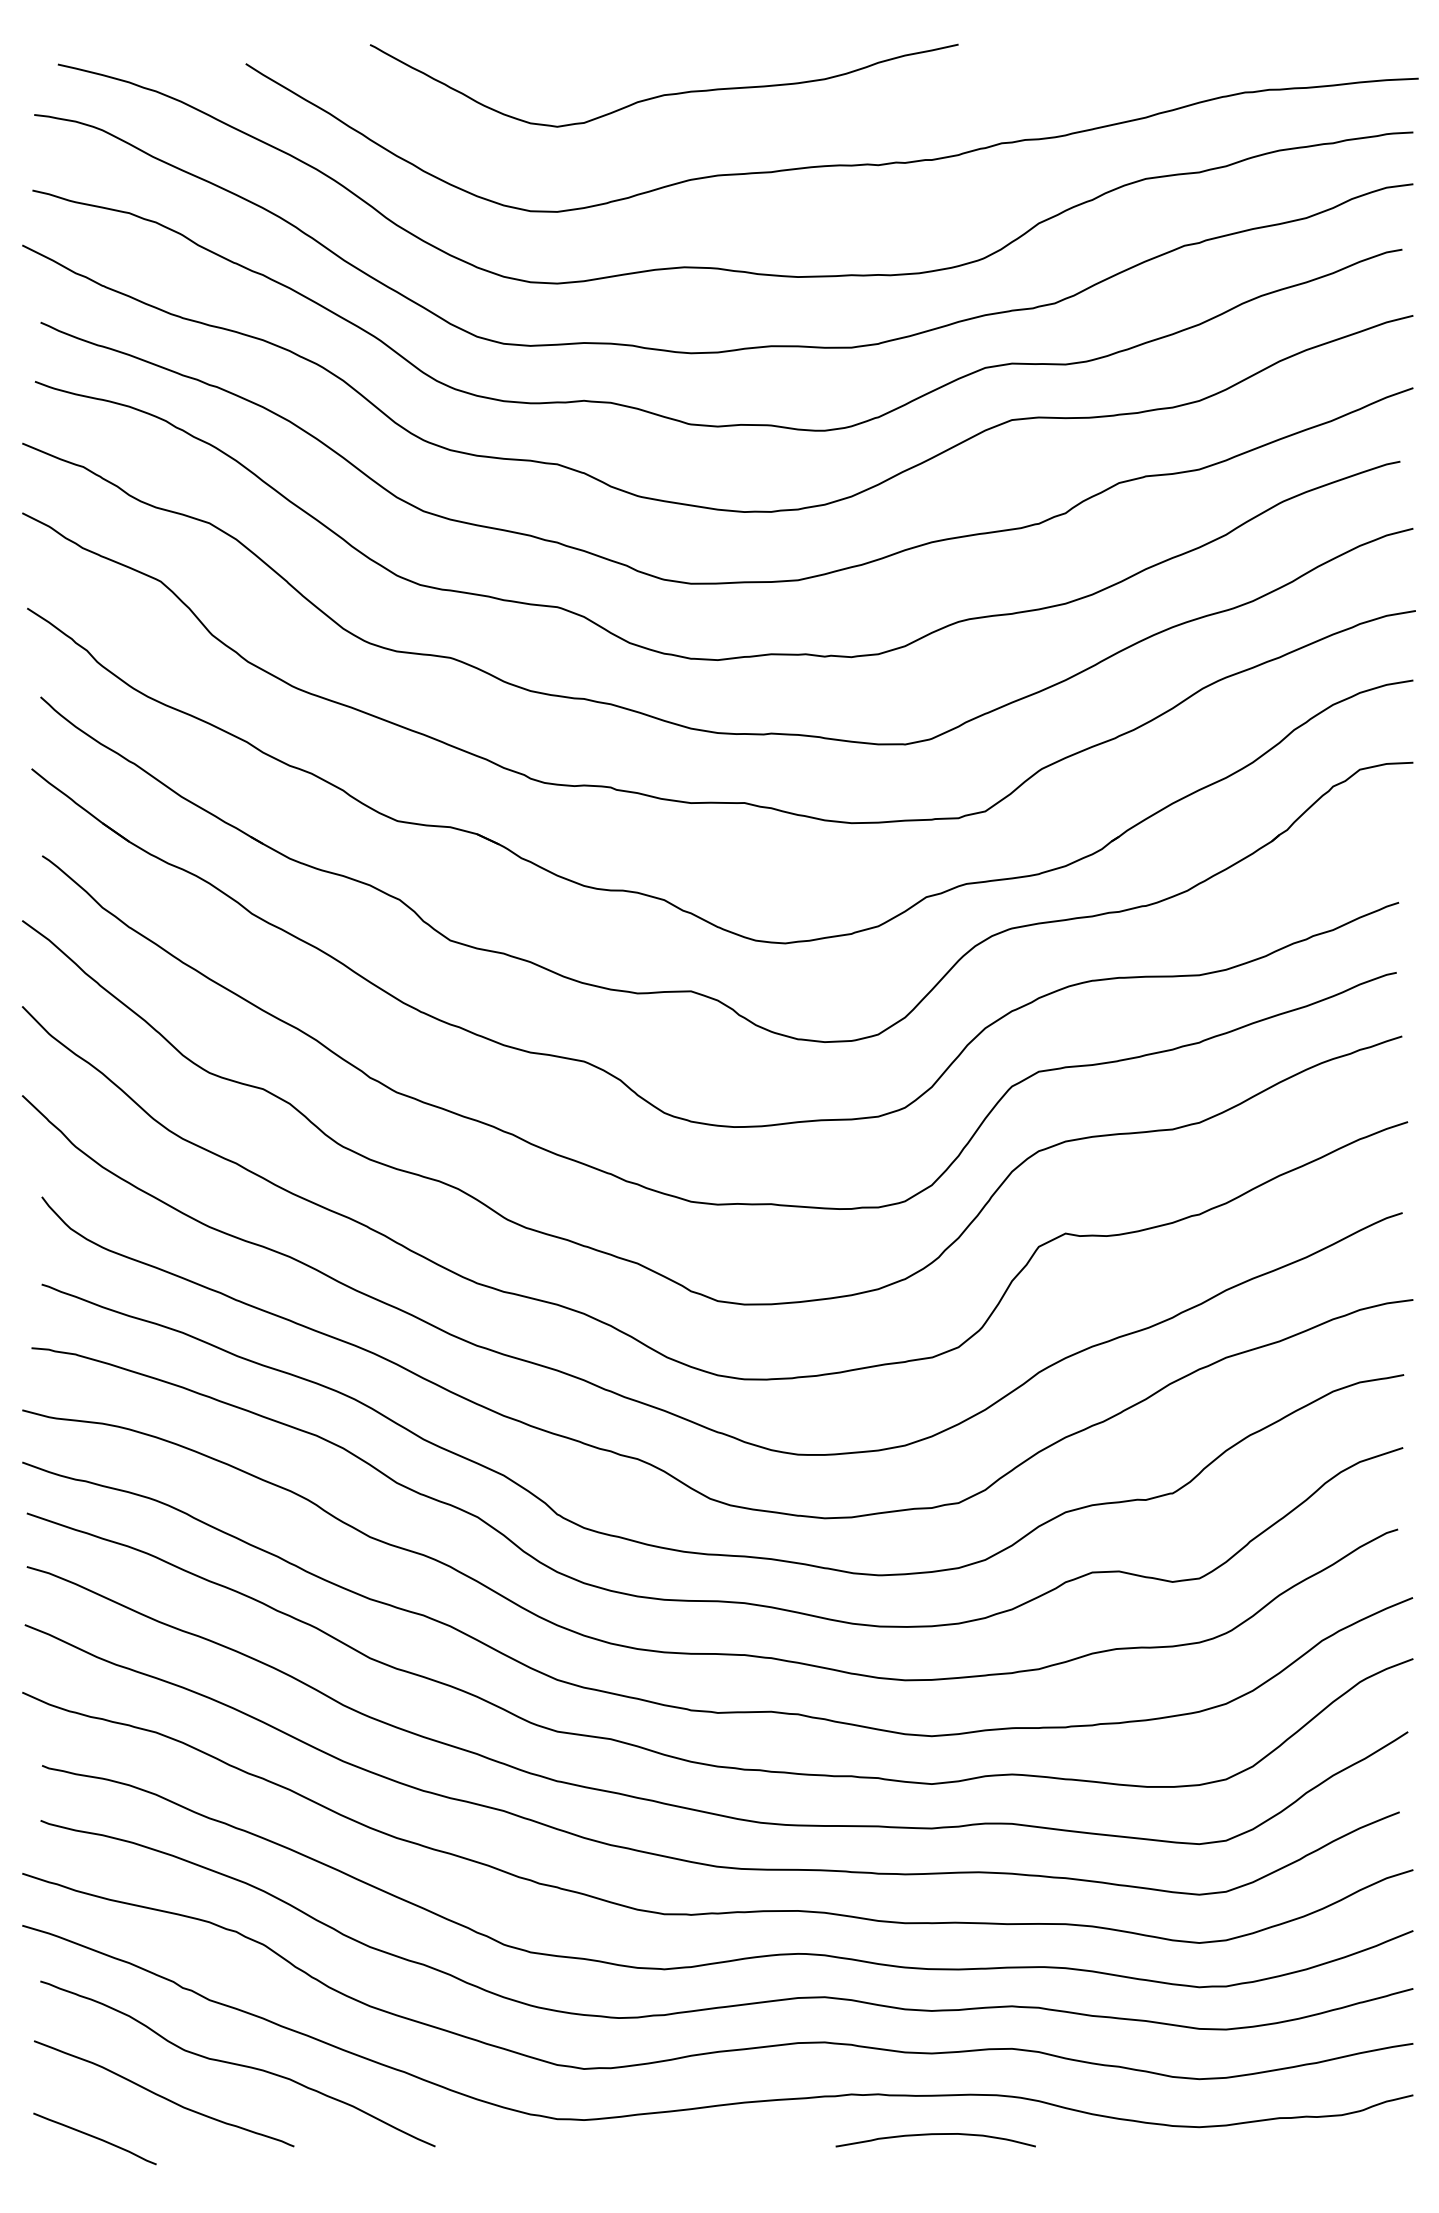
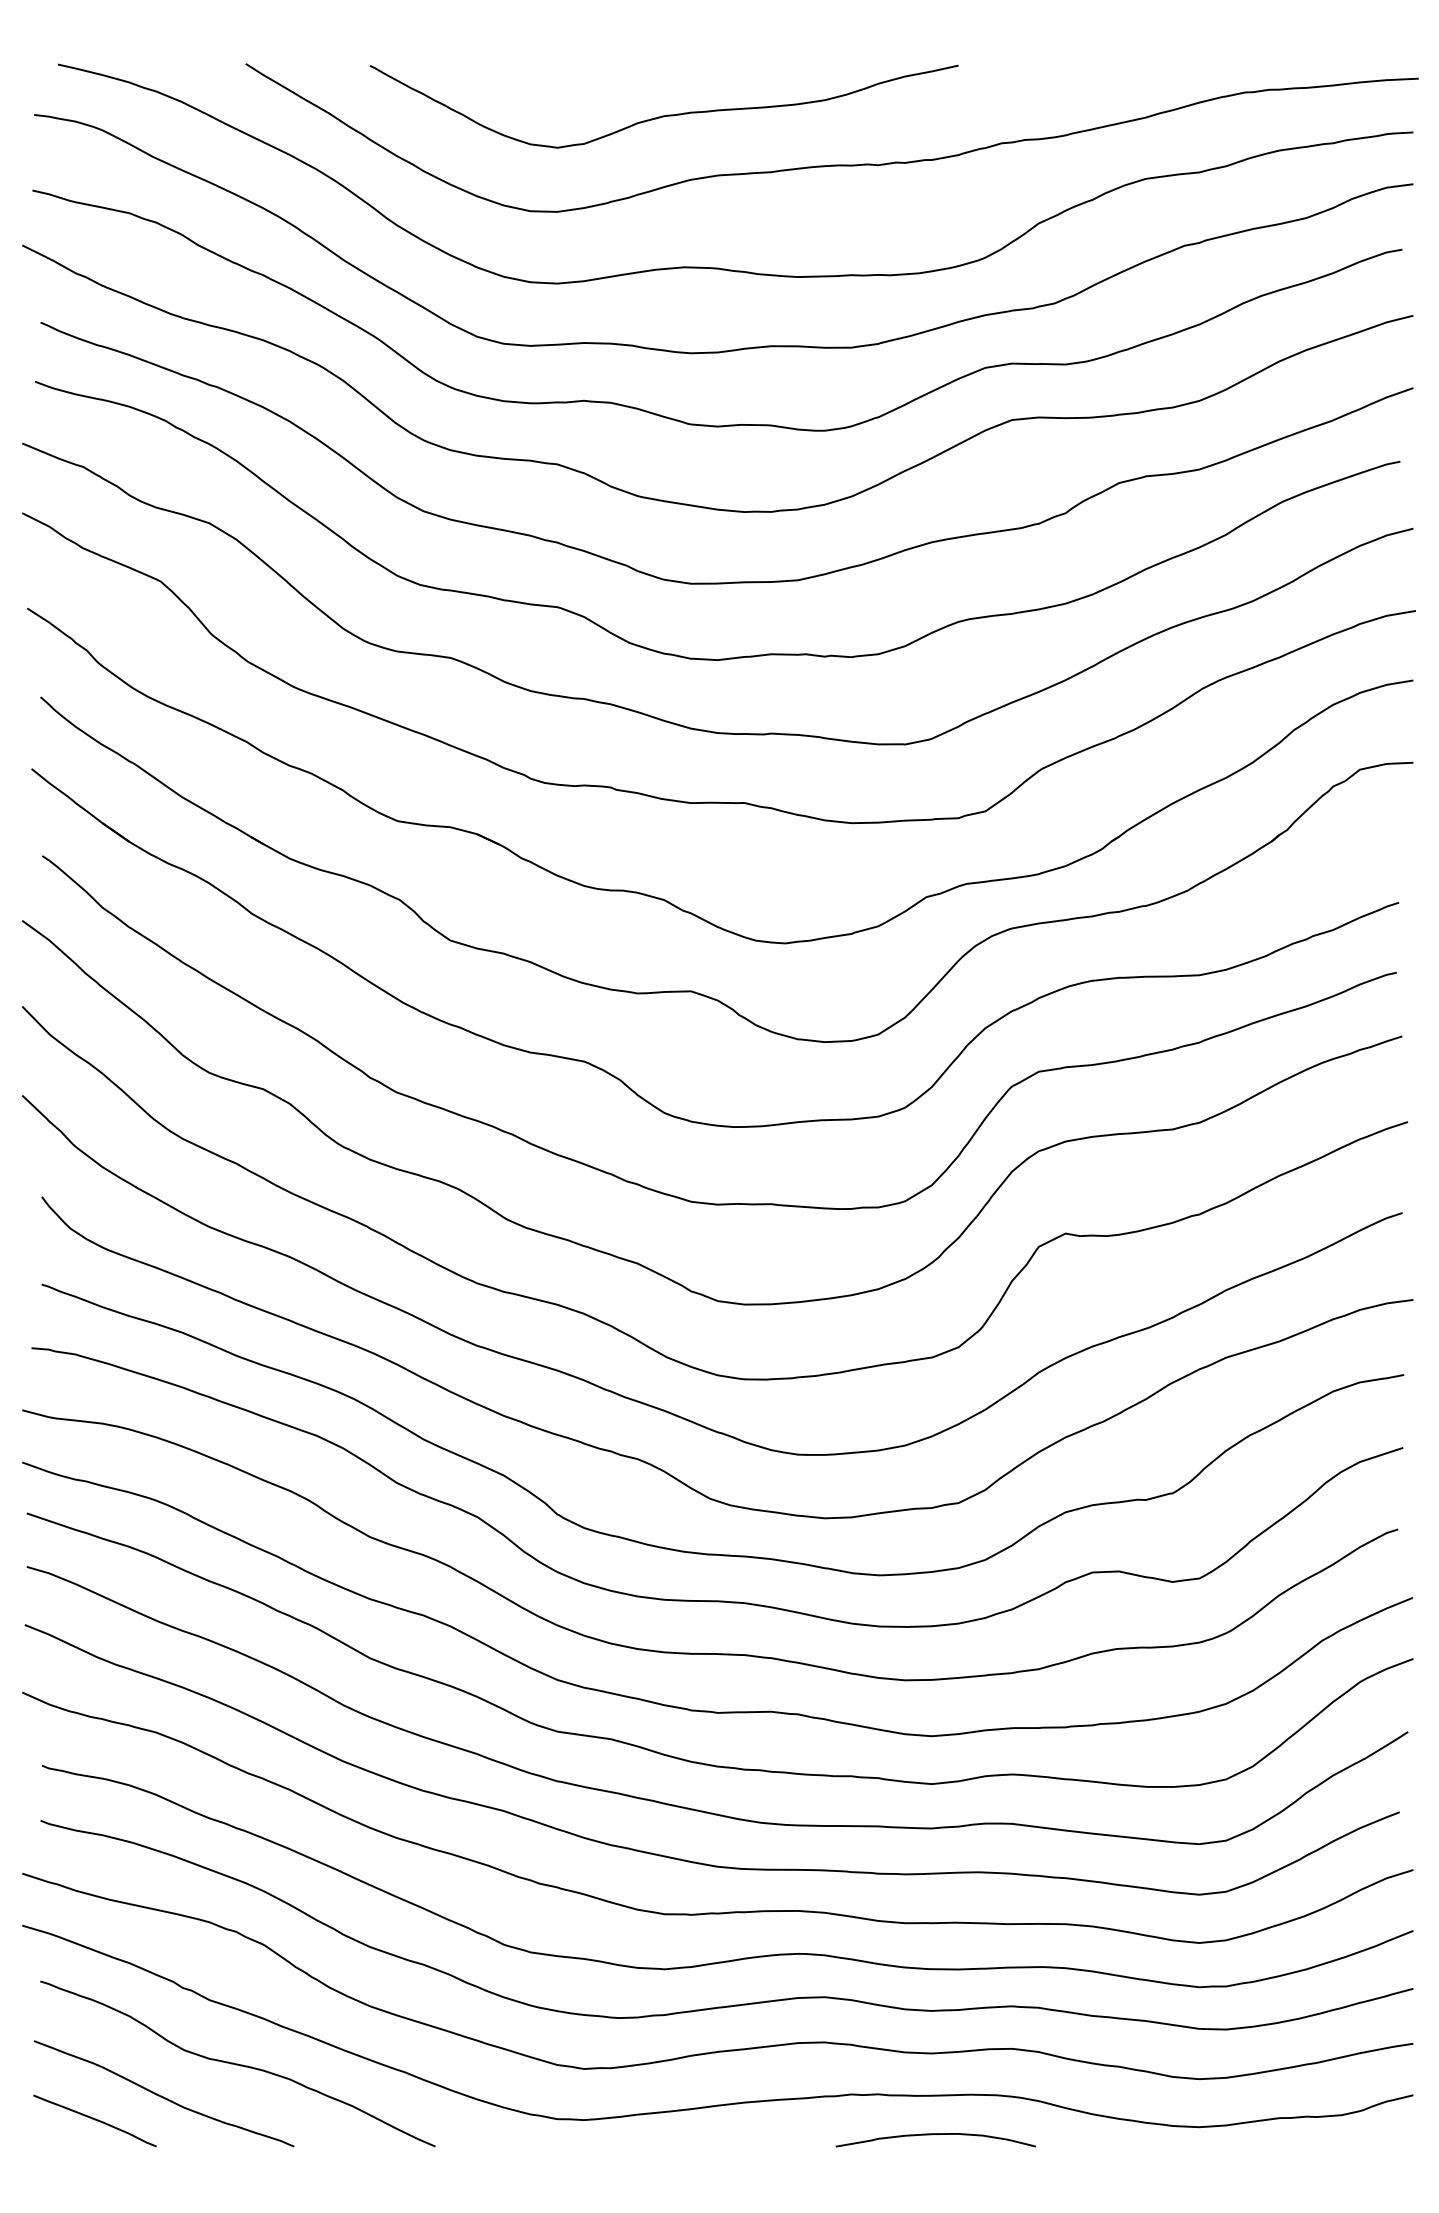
curve at (667, 93) position: (667, 93) -> (667, 114)
curve at (94, 2138) position: (94, 2138) -> (94, 2120)
